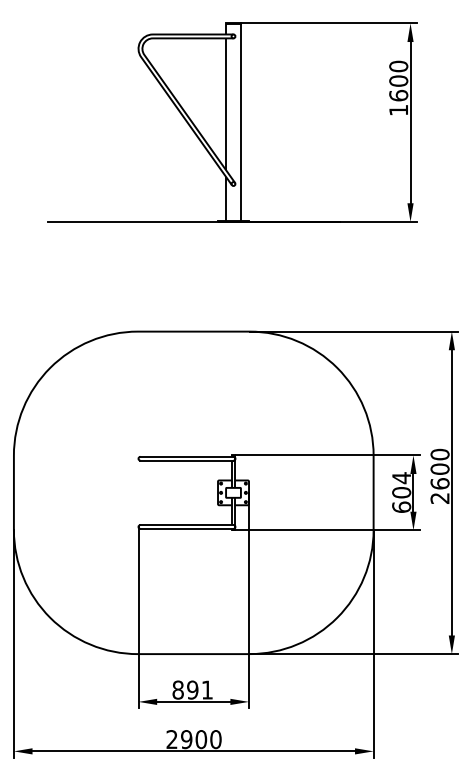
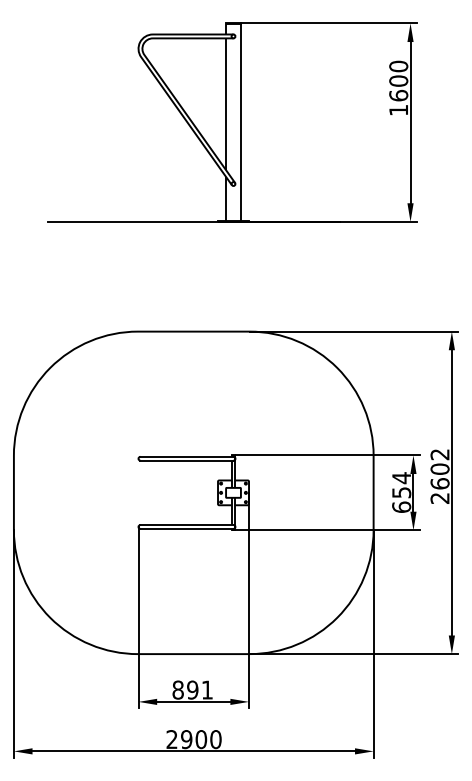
text at (439, 454): 2600 -> 2602
text at (401, 492): 604 -> 654
